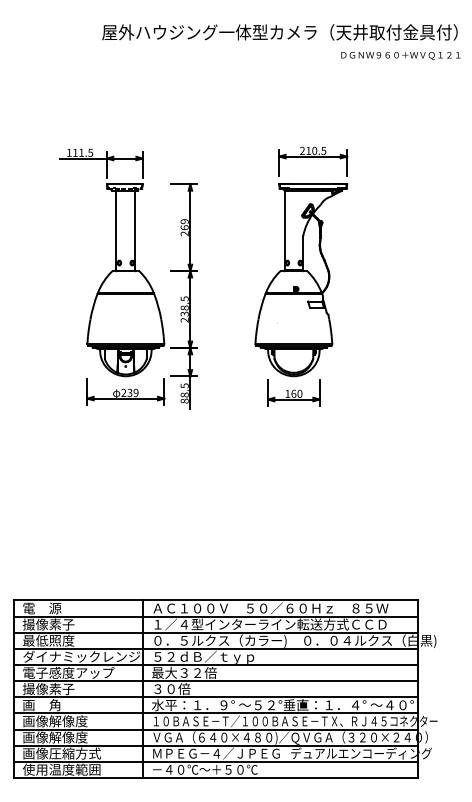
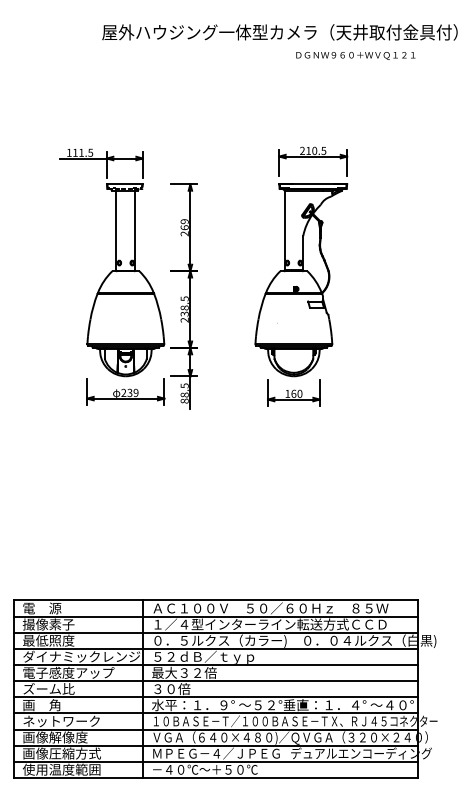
text at (400, 55) position: (400, 55) -> (355, 55)
text at (48, 689): 撮像素子 -> ズーム比
text at (61, 721): 画像解像度 -> ネットワーク
